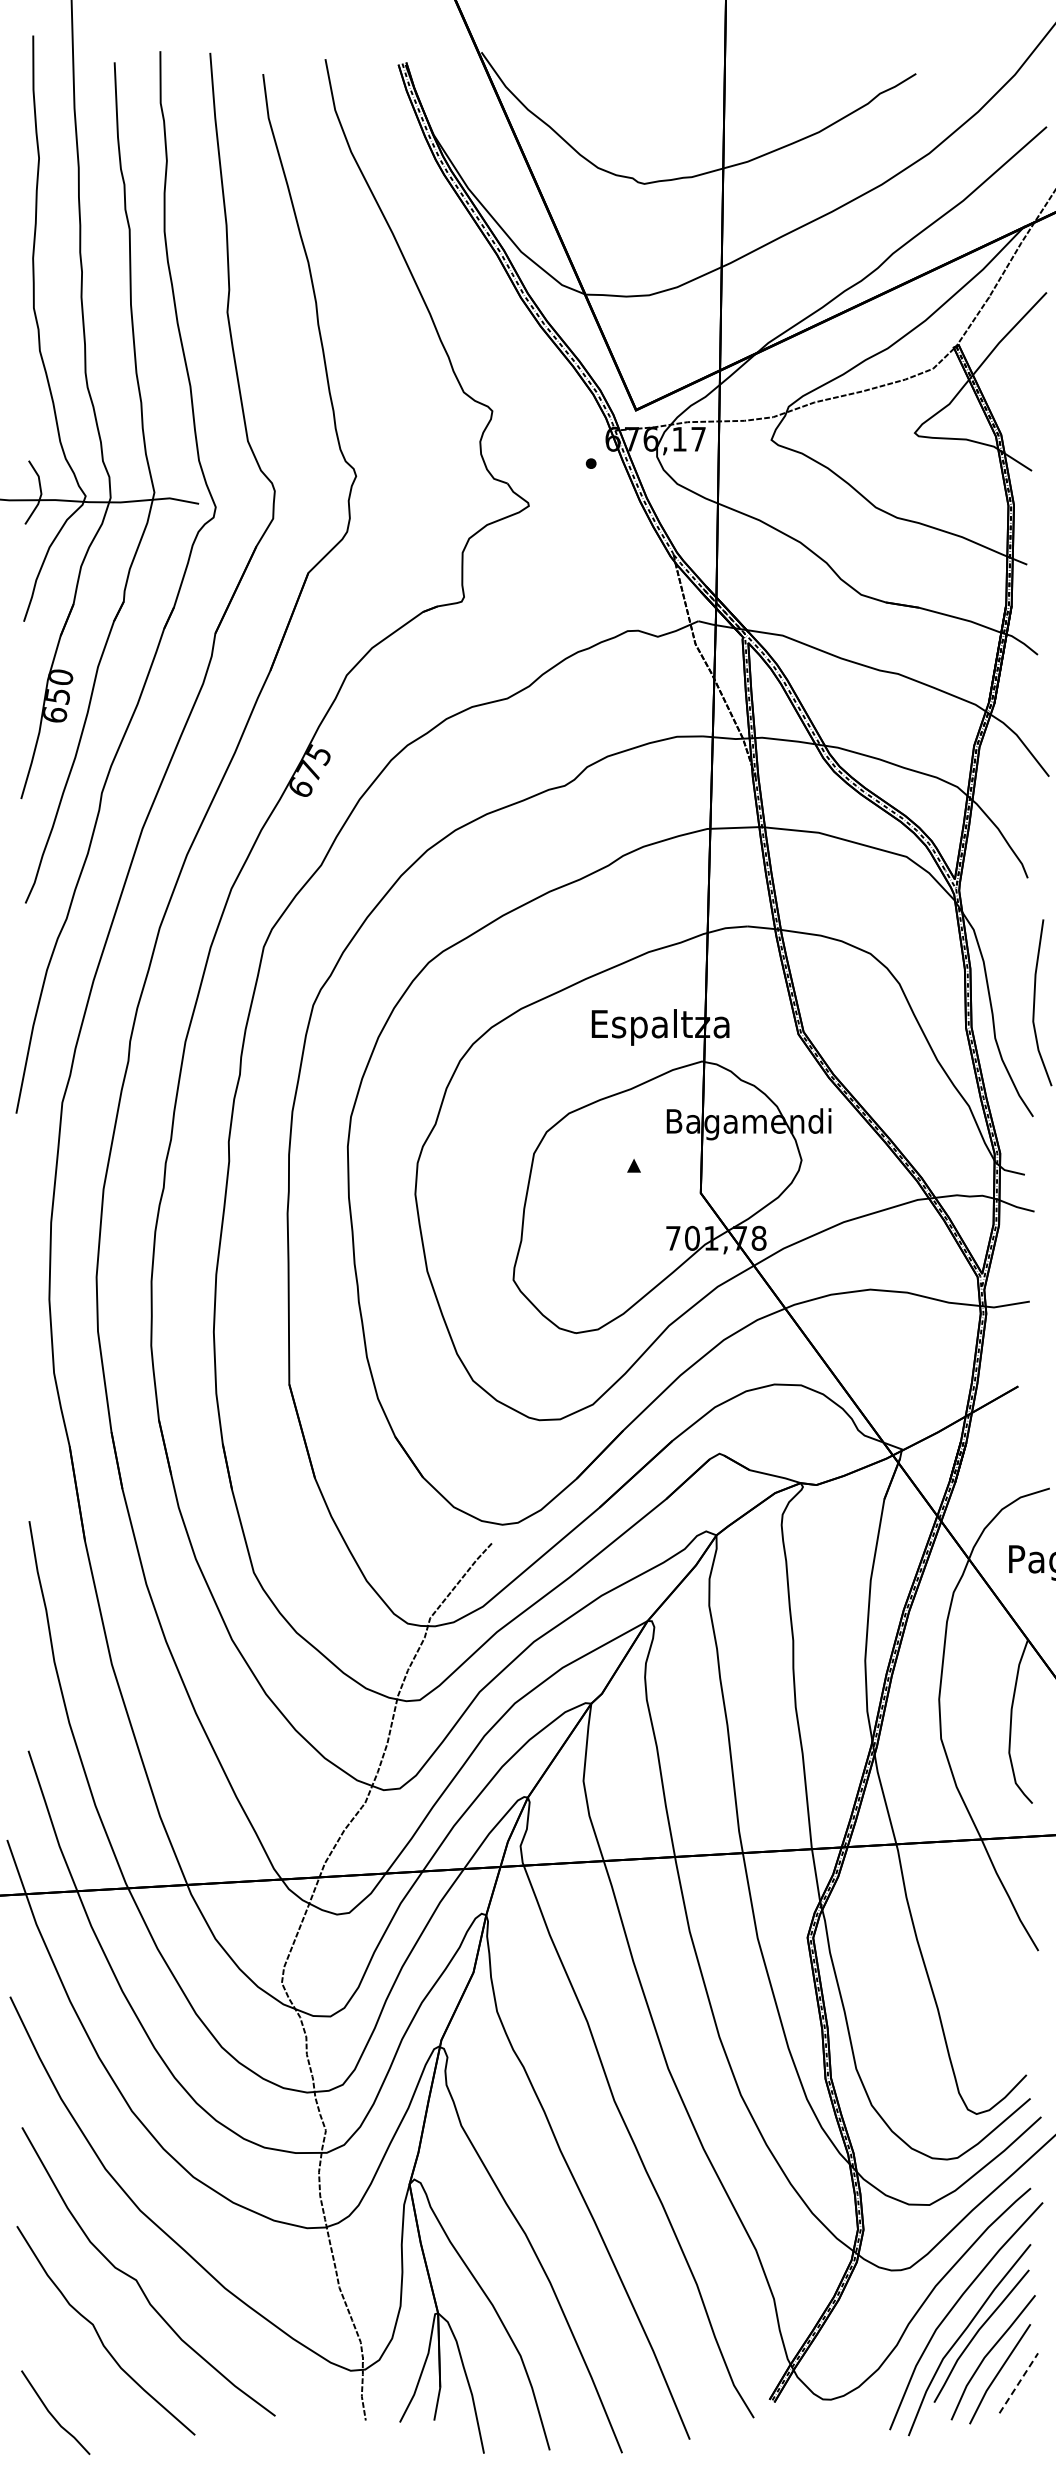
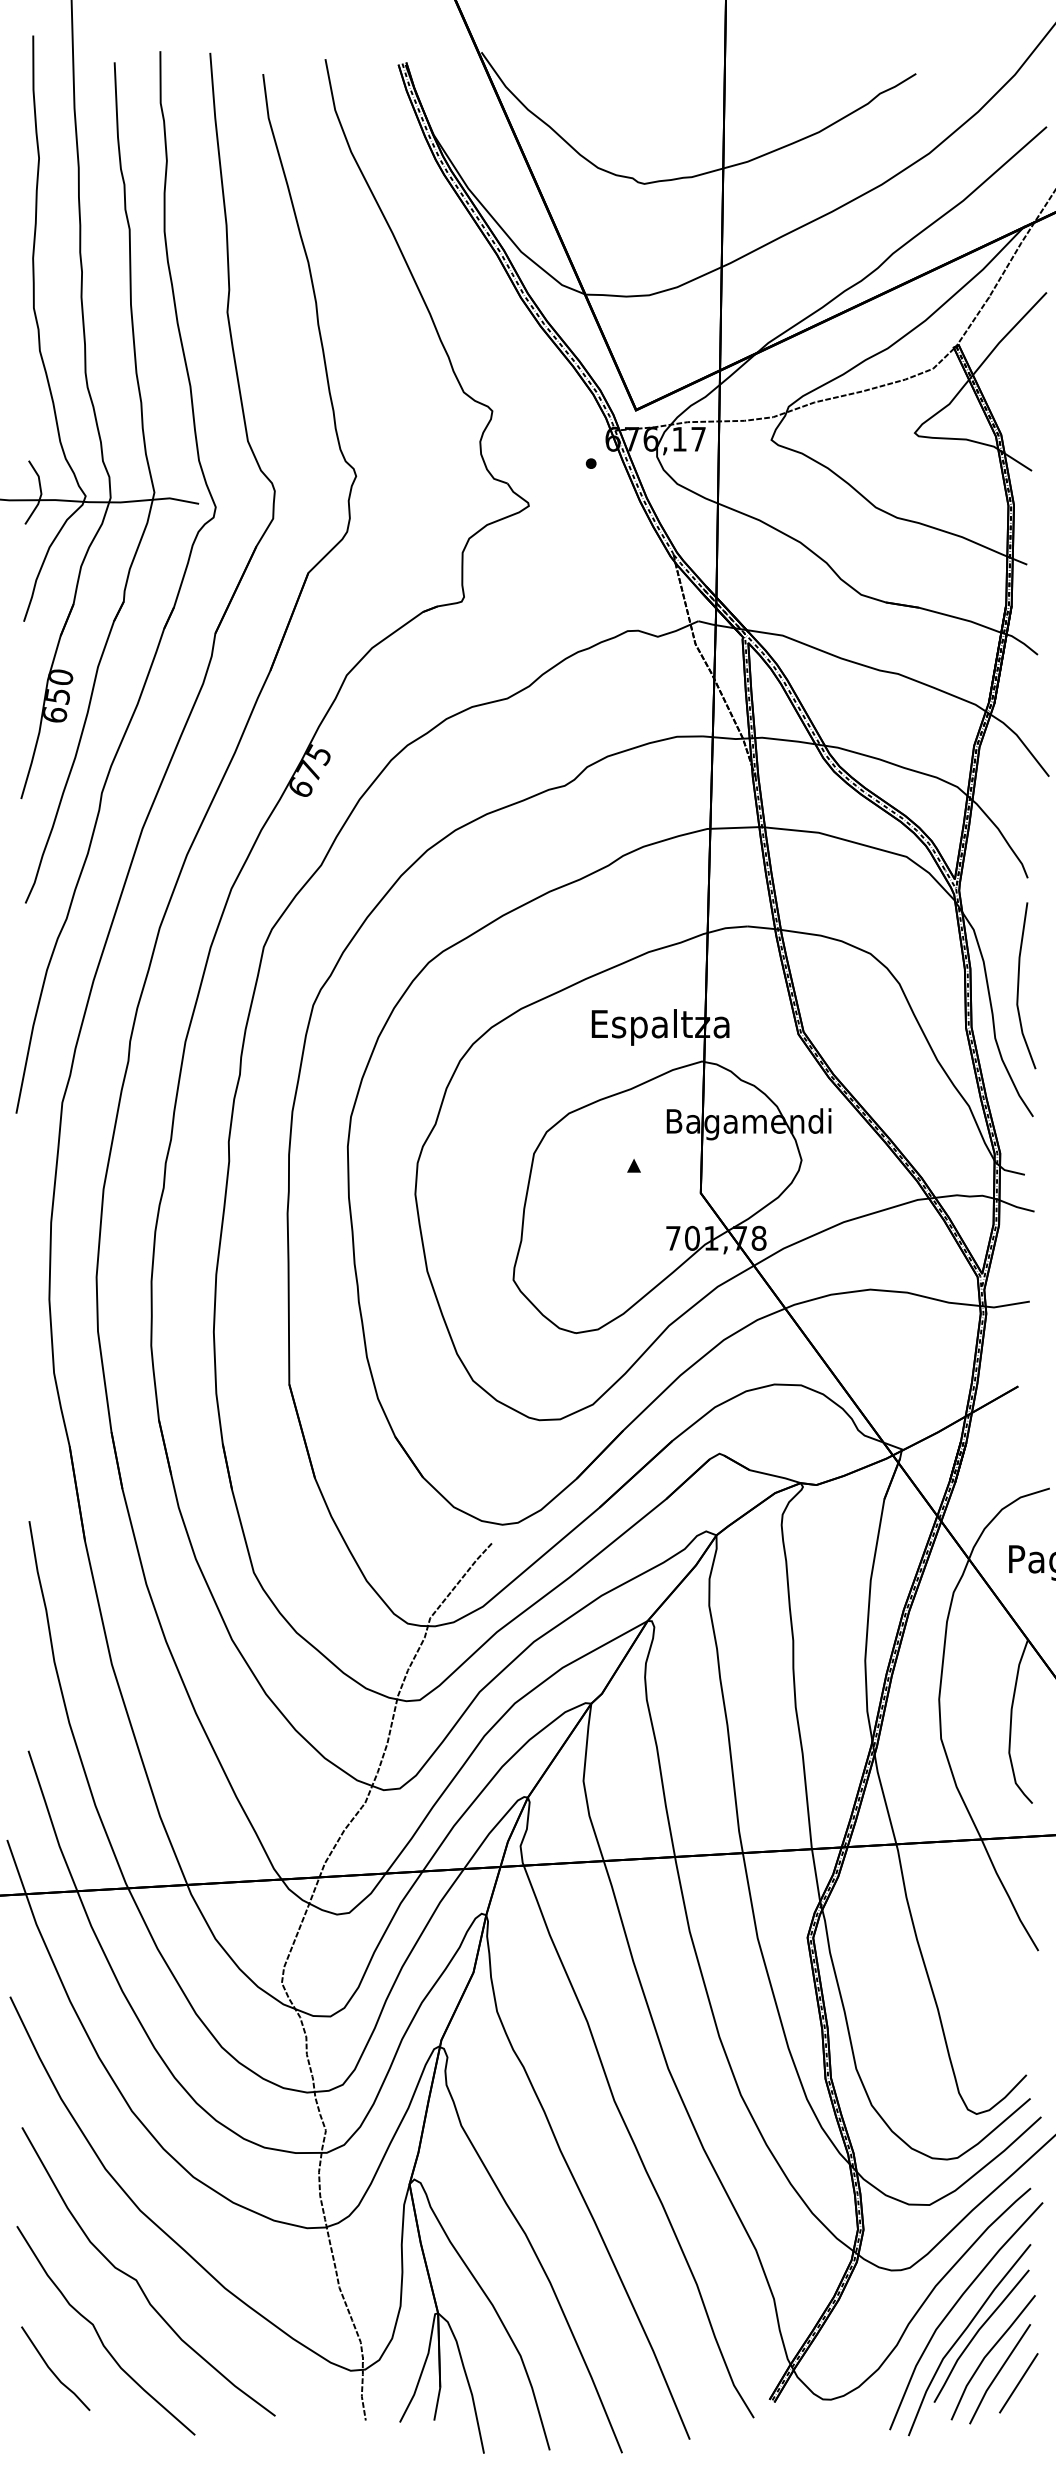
line at (1035, 1002) position: (1035, 1002) -> (1019, 985)
line at (1018, 2383): dashed -> solid
line at (52, 2414) position: (52, 2414) -> (52, 2370)
